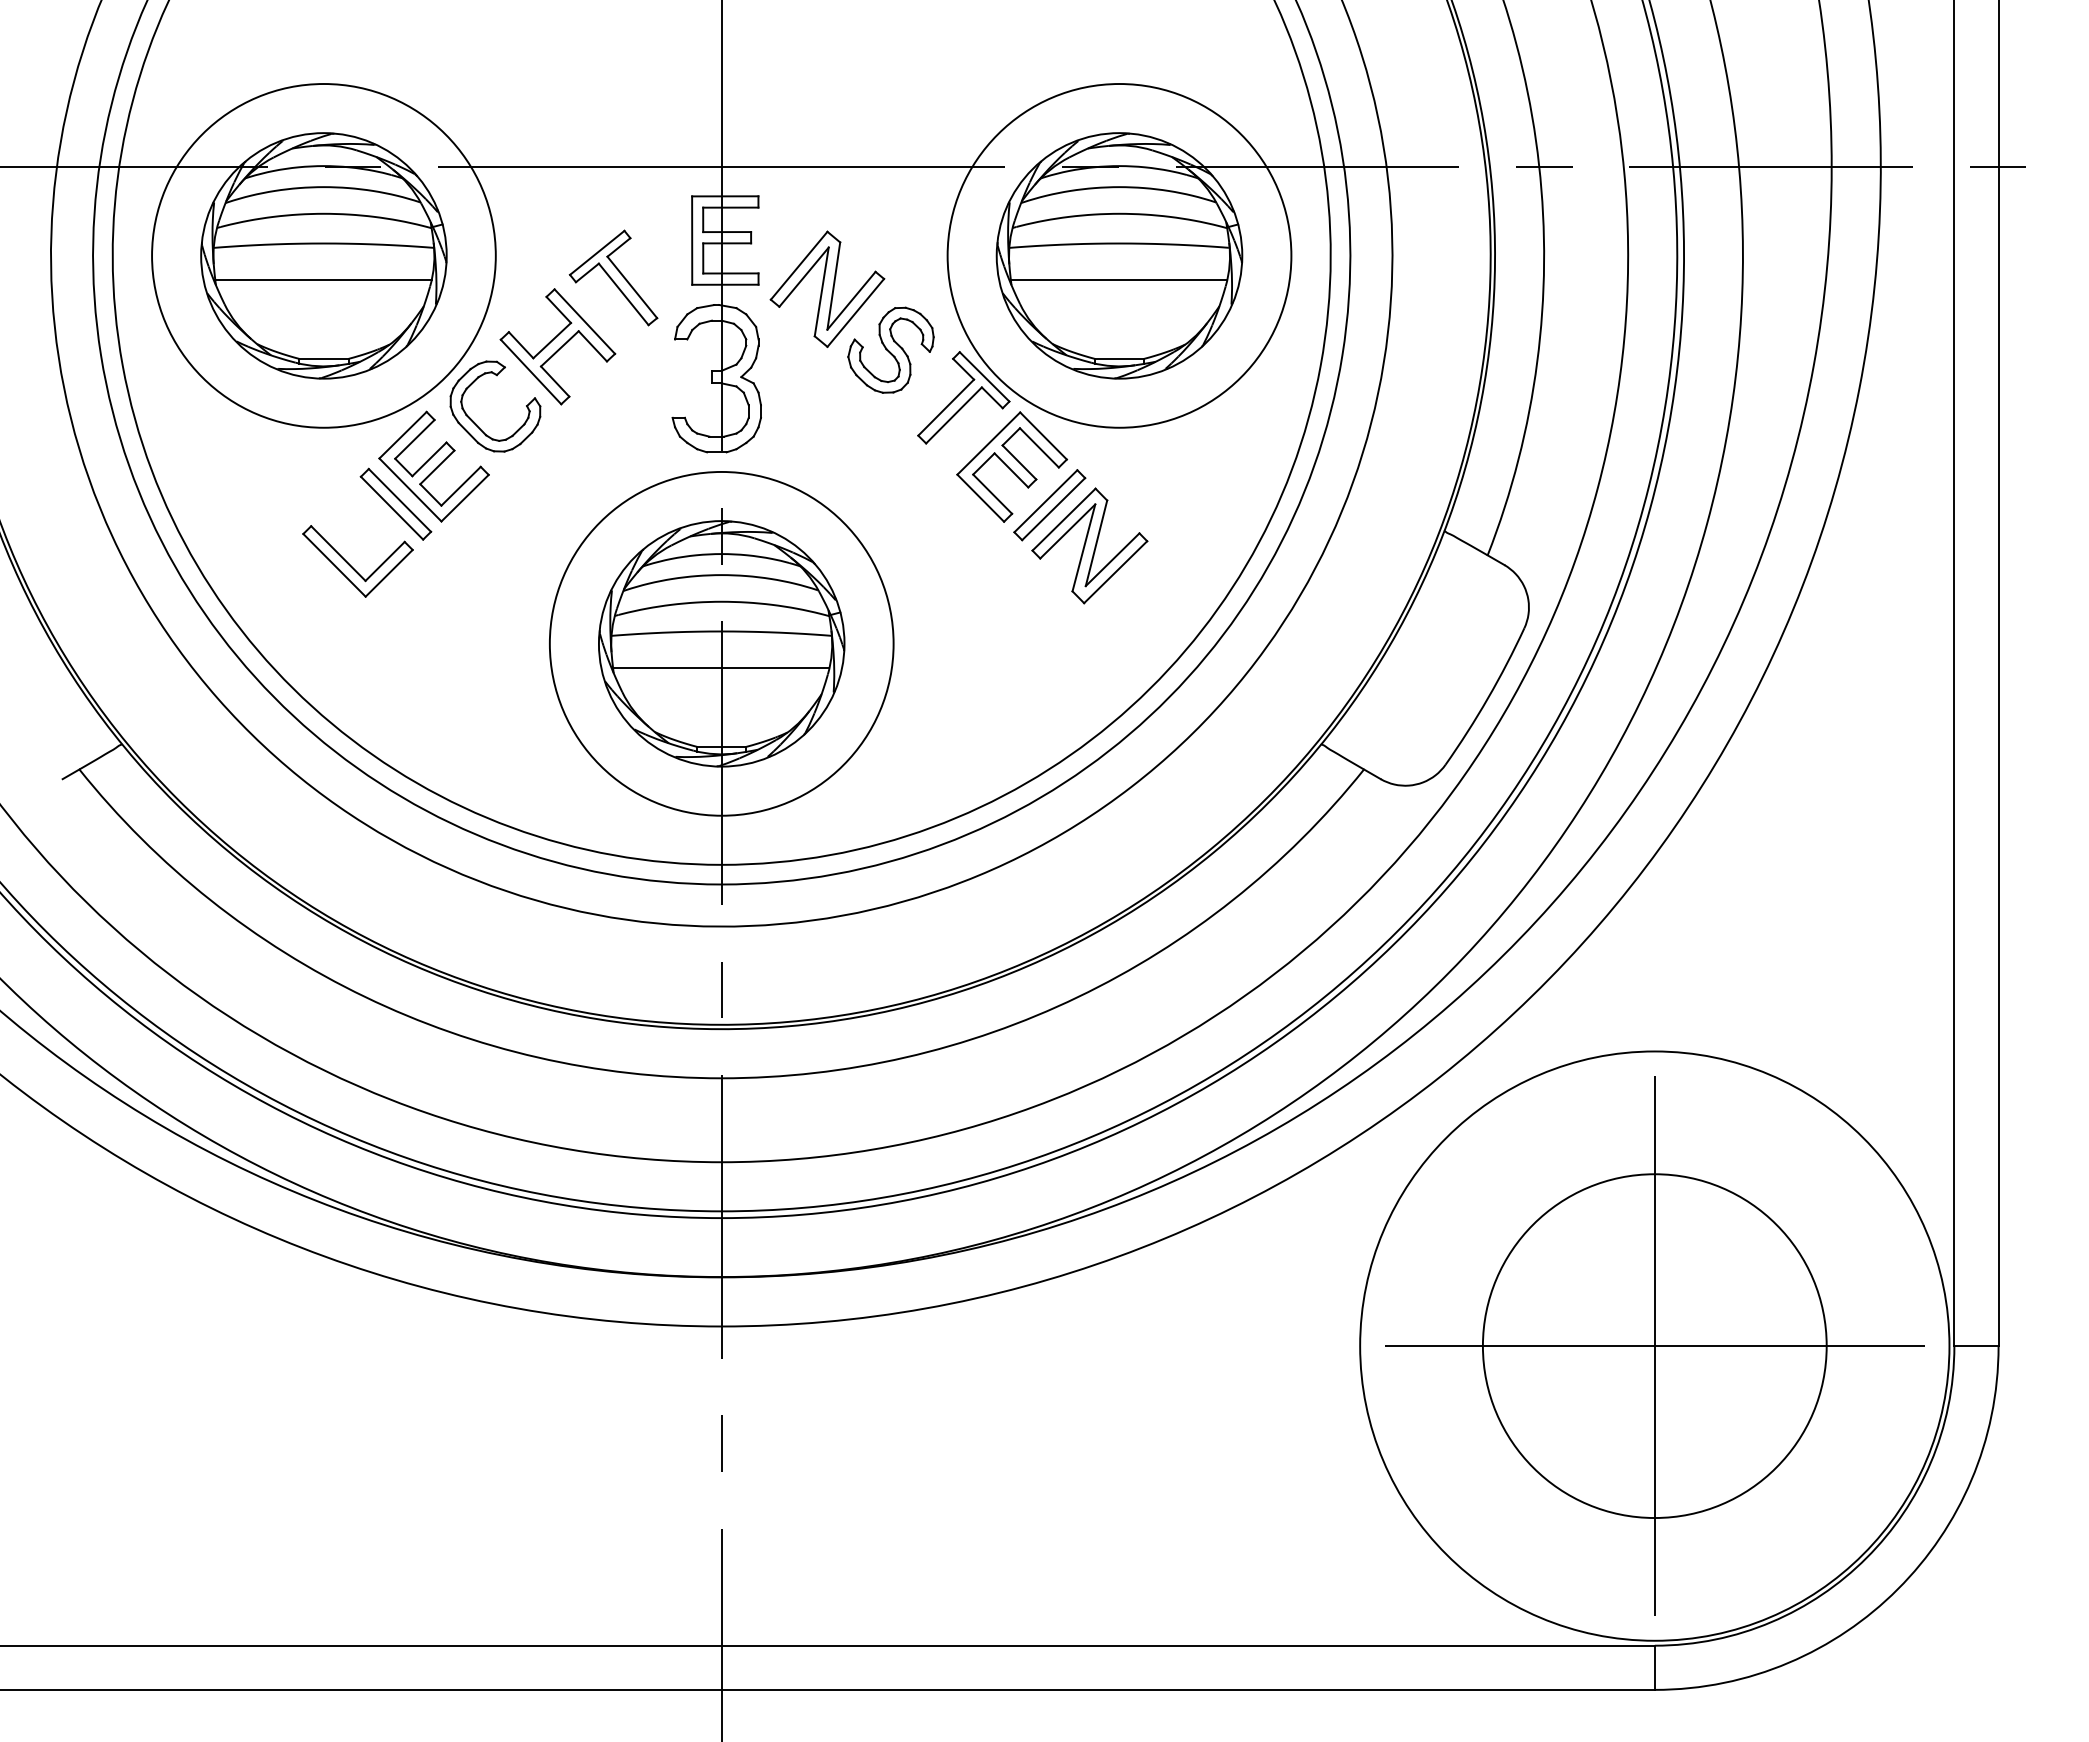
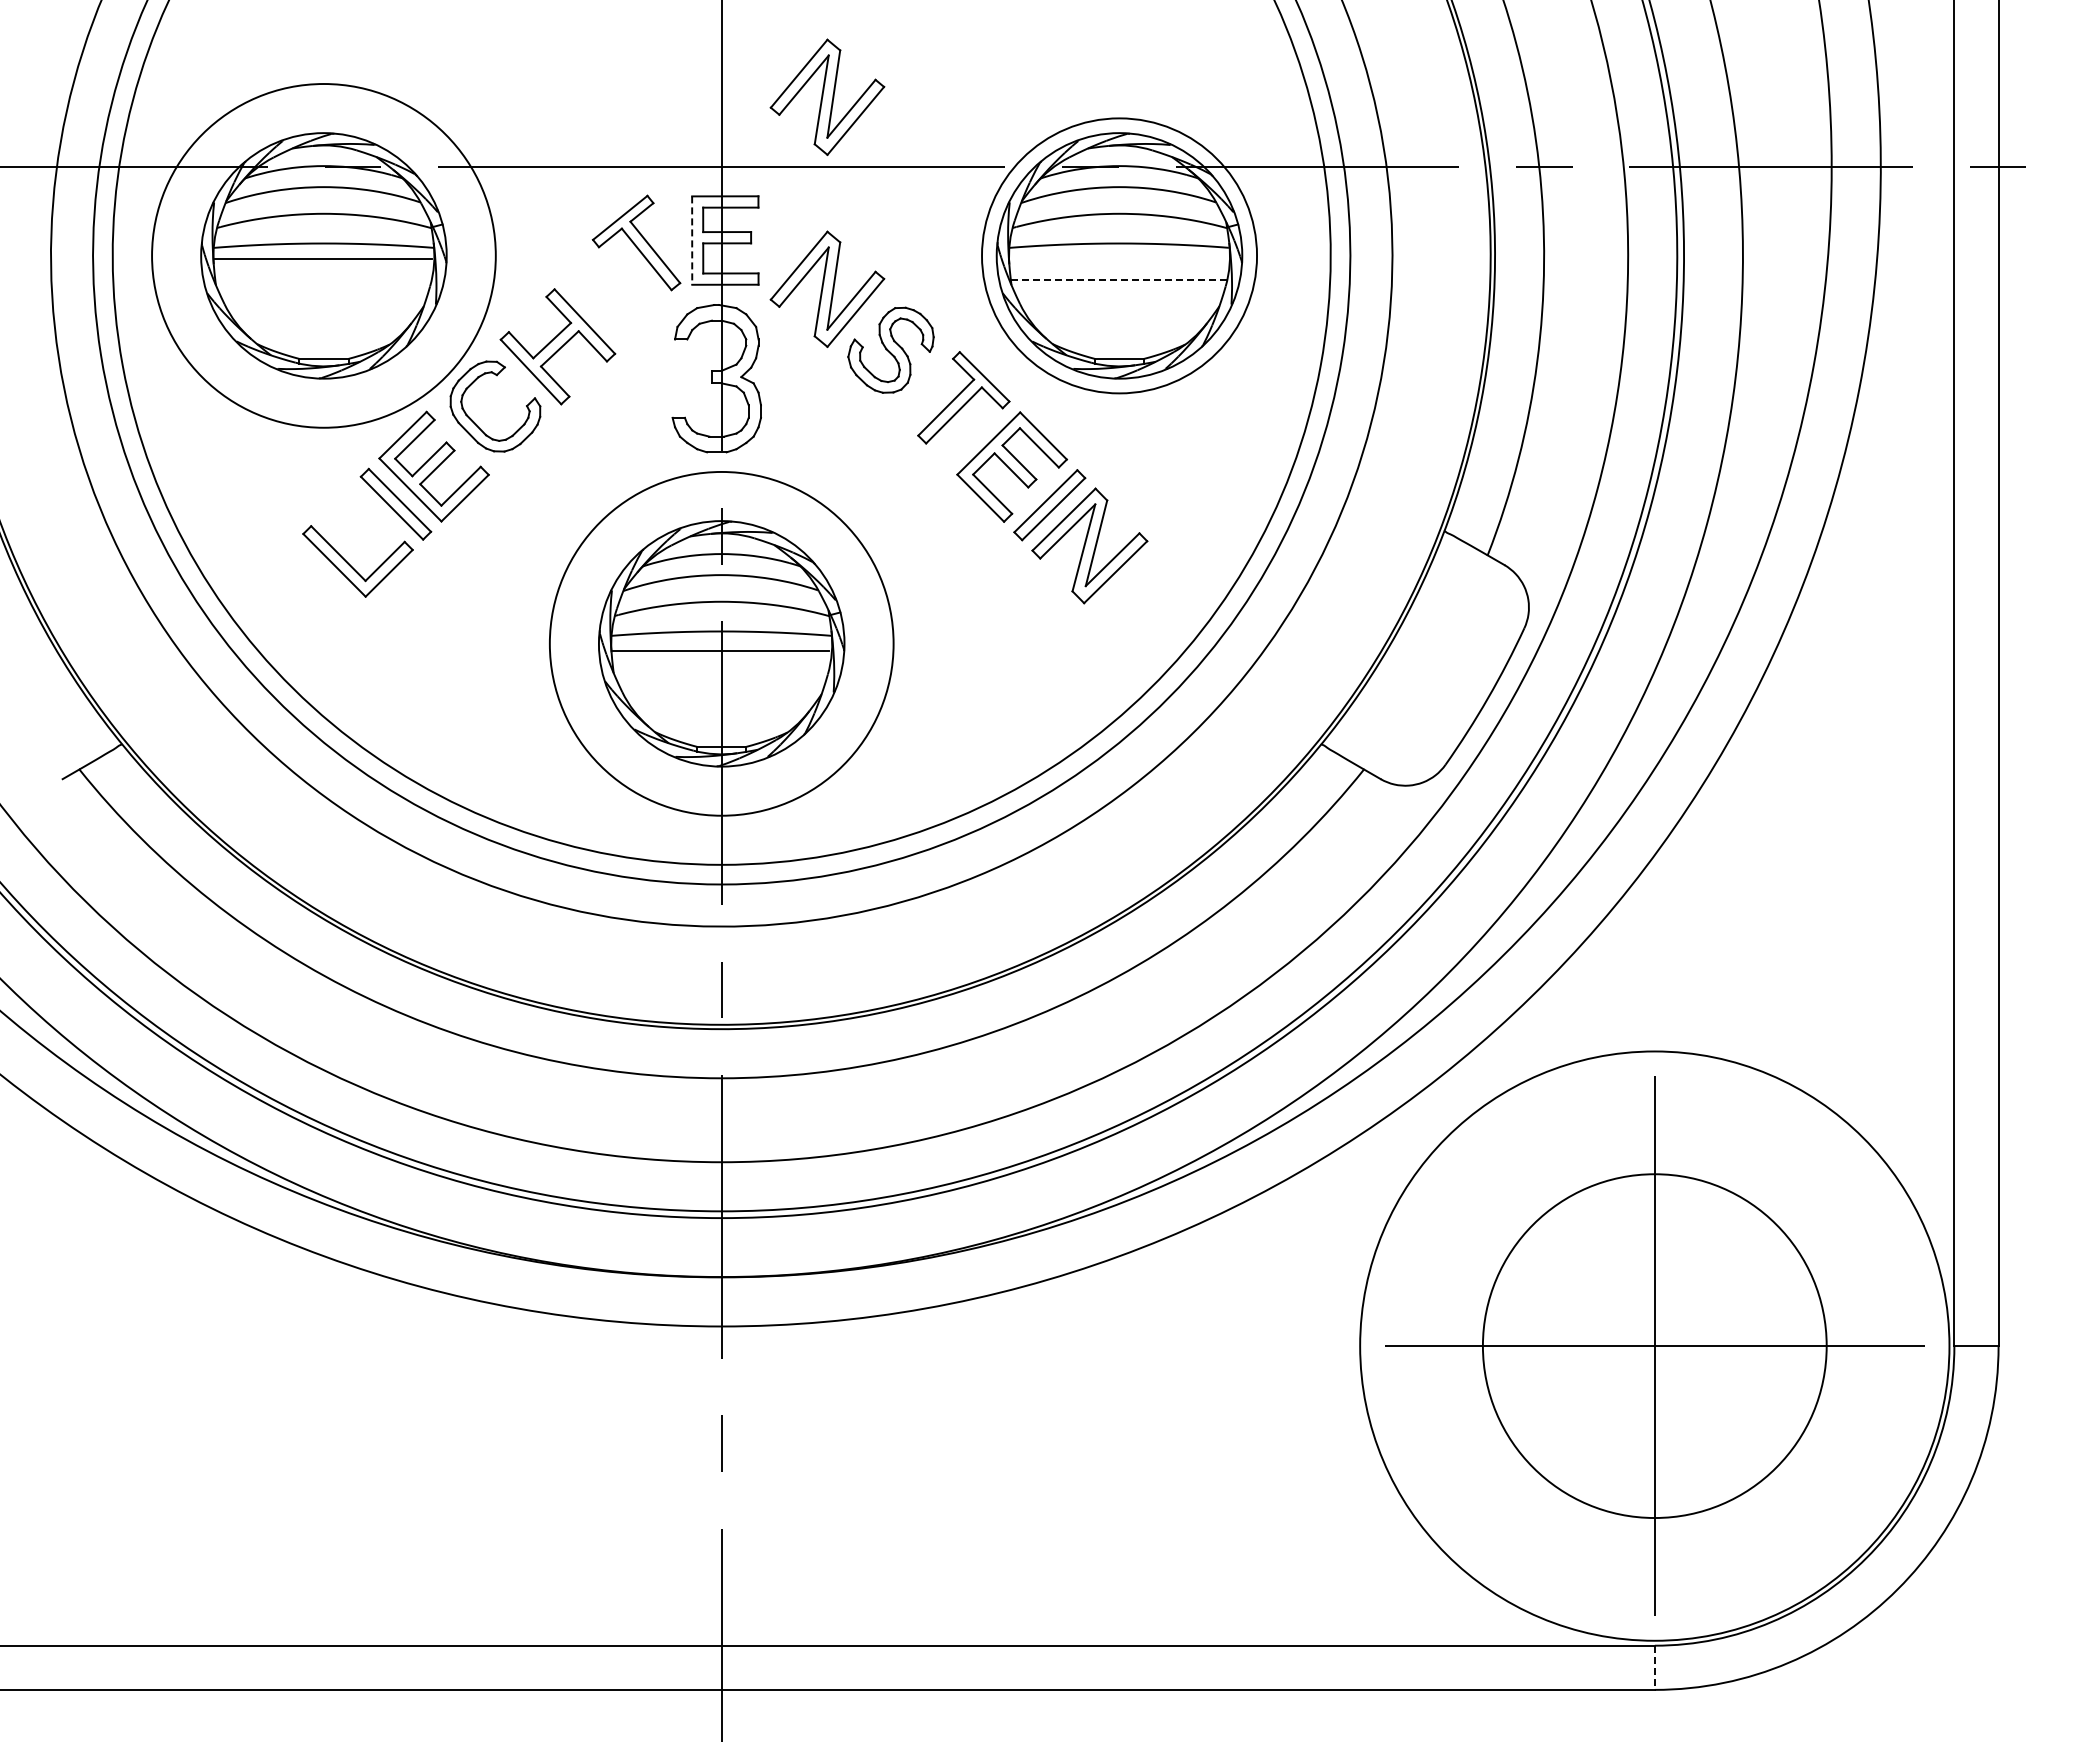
part at (827, 96): none -> present
line at (692, 241): solid -> dashed
circle at (1119, 255) diameter: 344 px -> 275 px
part at (613, 277) position: (613, 277) -> (636, 242)
line at (323, 280) position: (323, 280) -> (323, 259)
line at (1118, 280): solid -> dashed
line at (721, 668) position: (721, 668) -> (721, 651)
line at (1654, 1668): solid -> dashed
